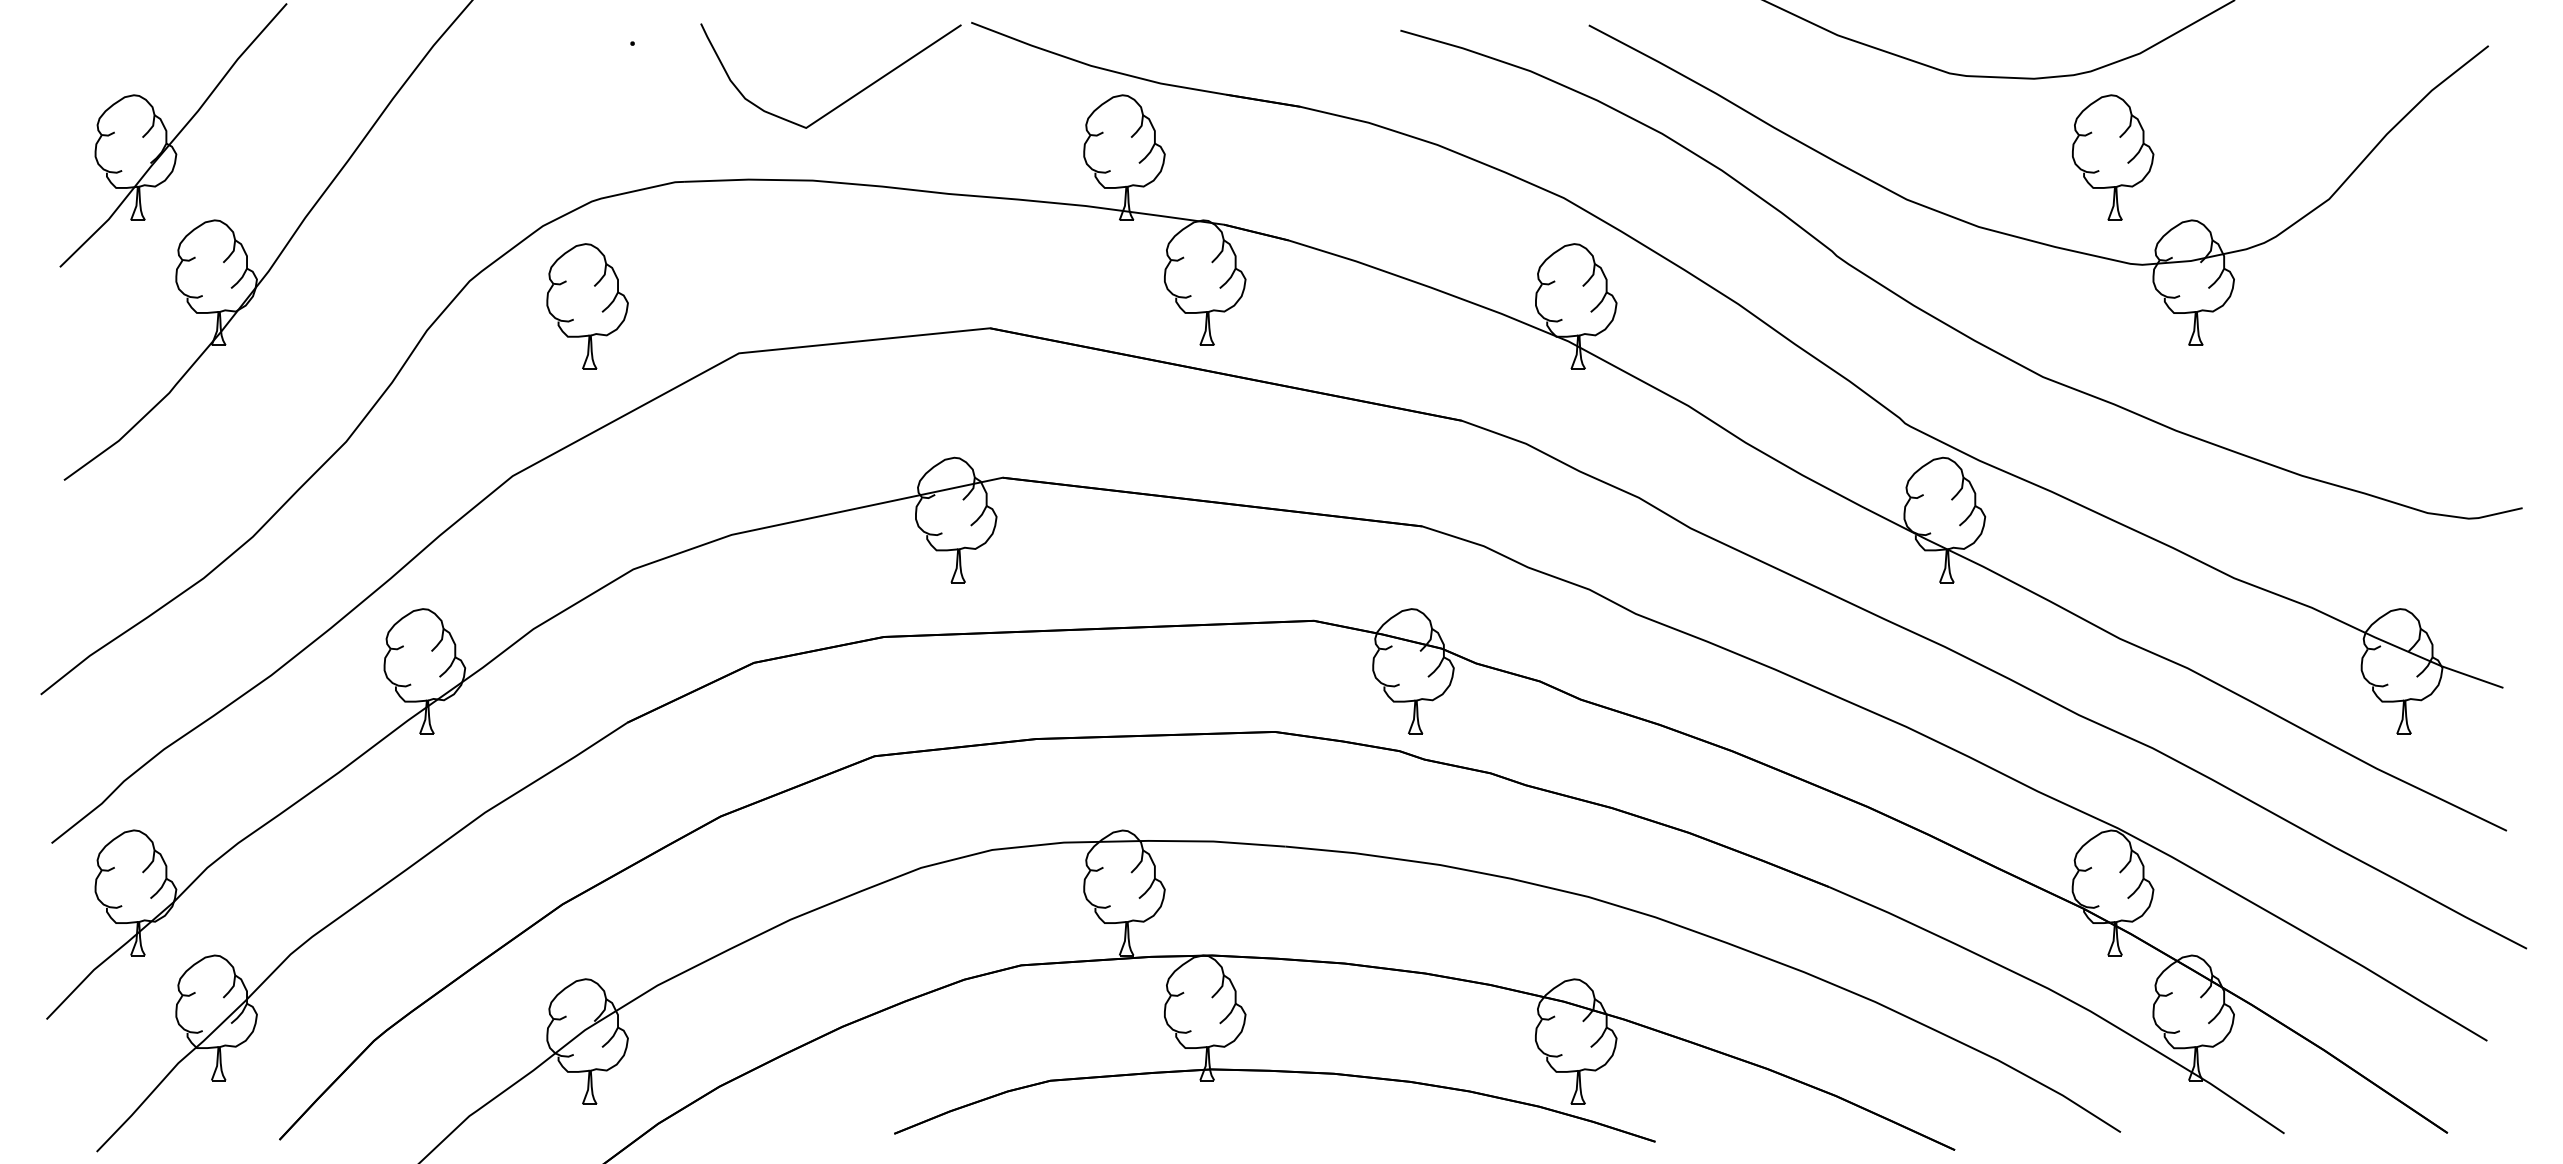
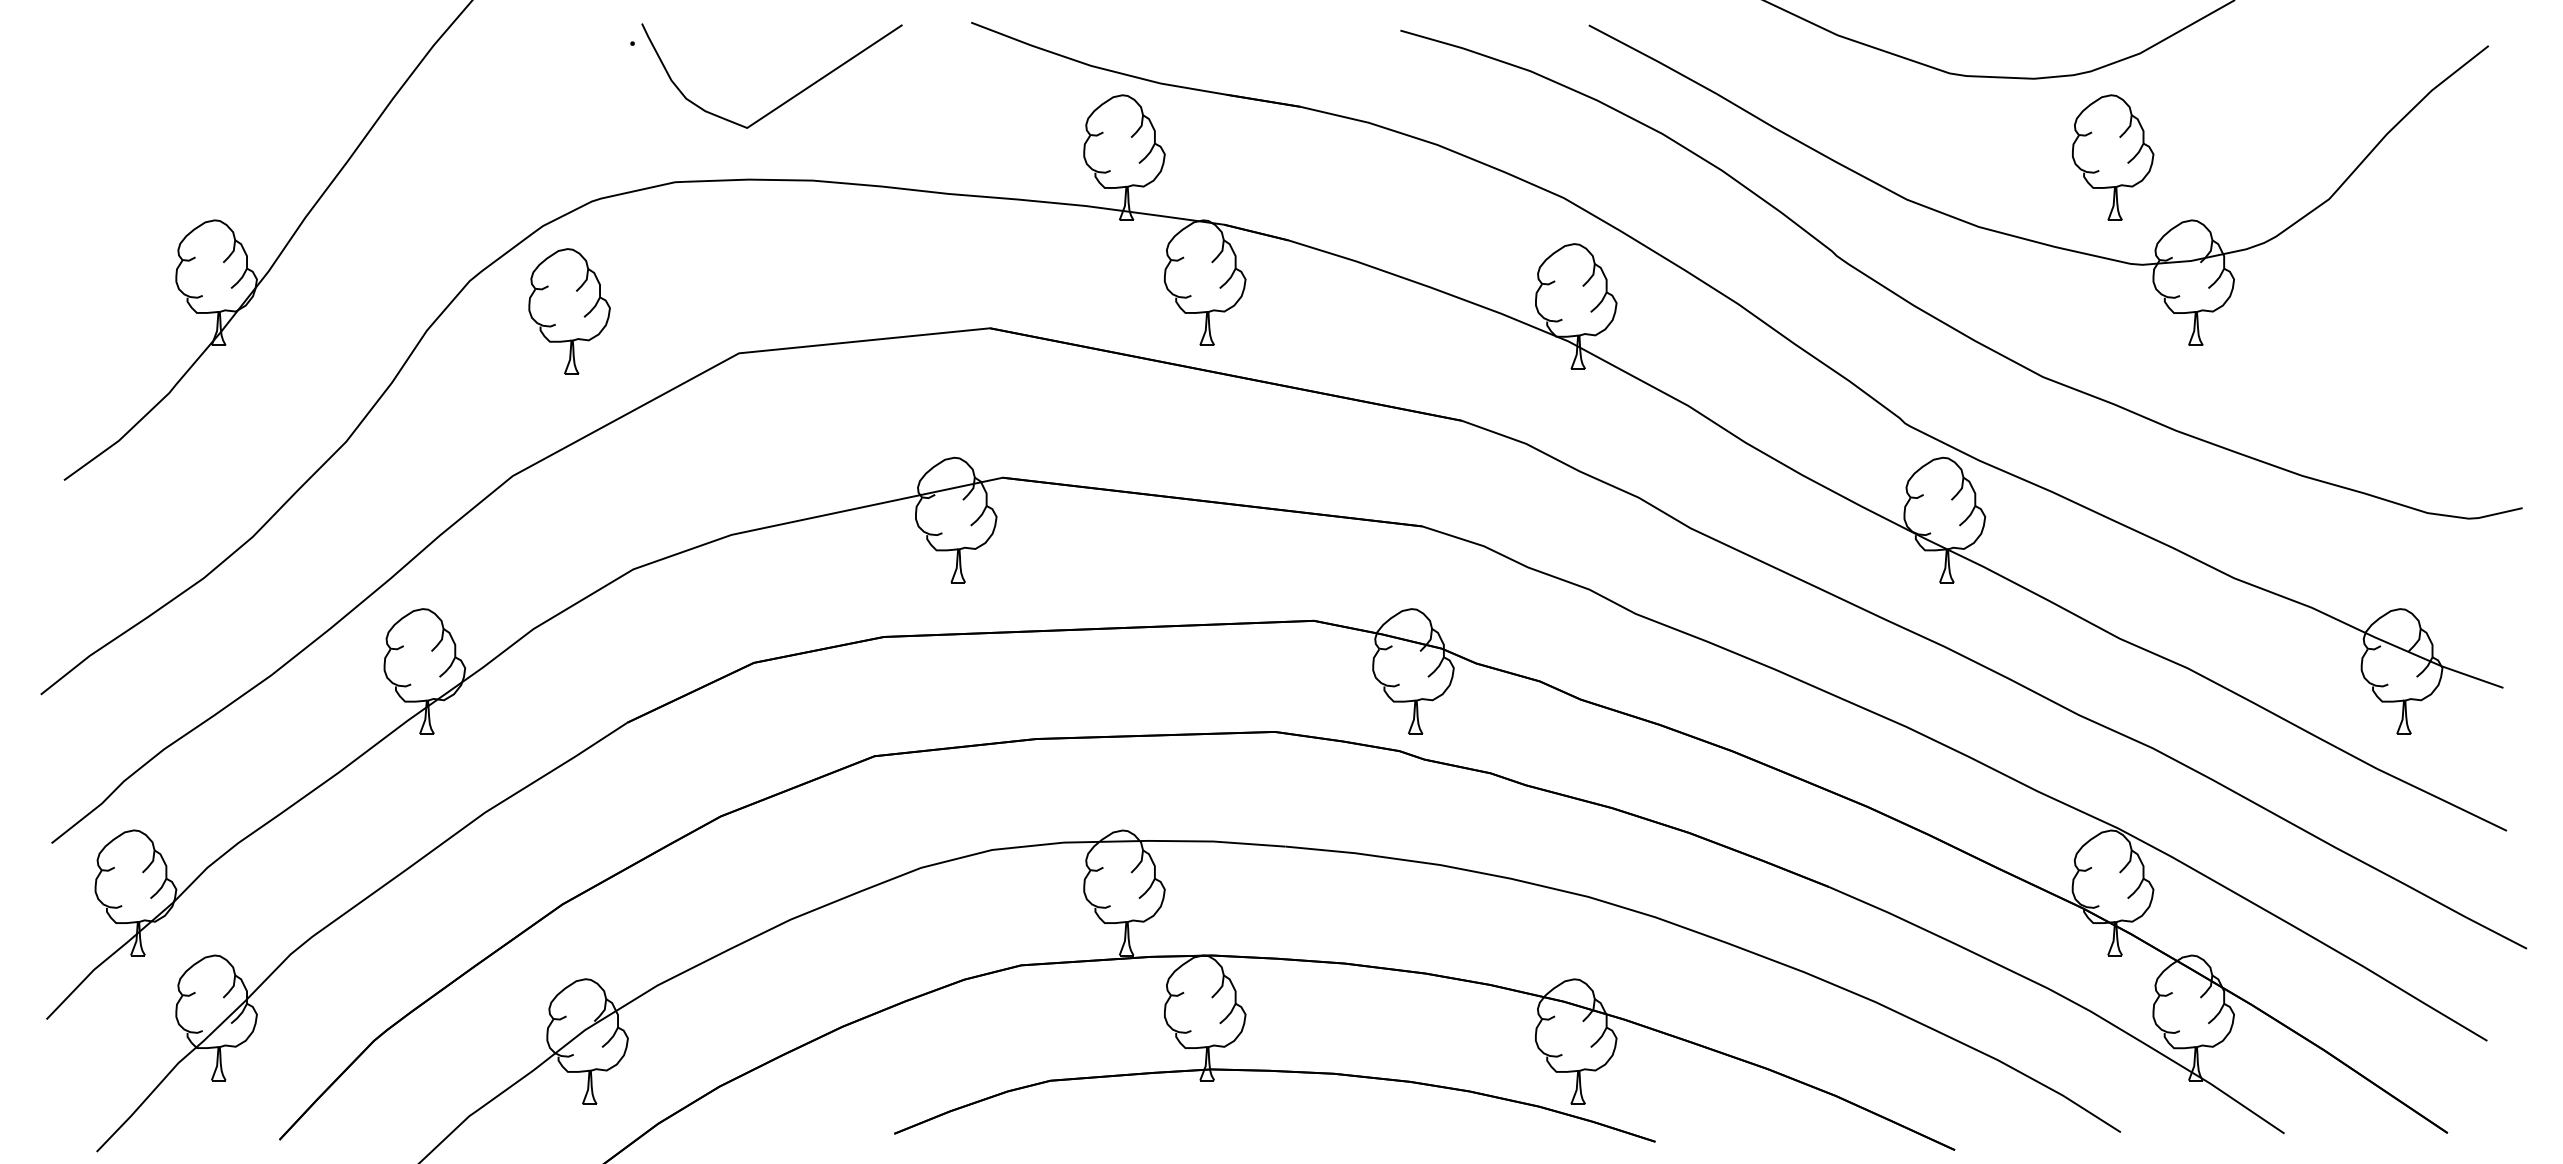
curve at (845, 100) position: (845, 100) -> (786, 100)
part at (173, 135): present -> none
part at (587, 306) position: (587, 306) -> (569, 311)
